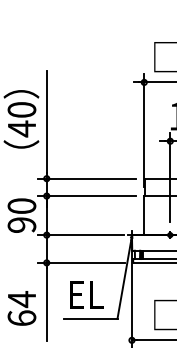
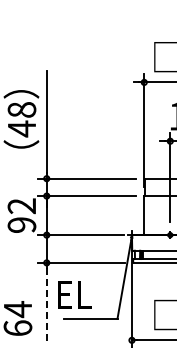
text at (22, 109): 40 -> 48
text at (21, 206): 90 -> 92
text at (86, 294) position: (86, 294) -> (74, 294)
line at (46, 304): solid -> dashed
text at (21, 308) position: (21, 308) -> (17, 318)
